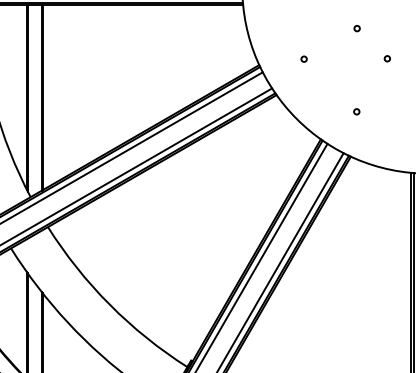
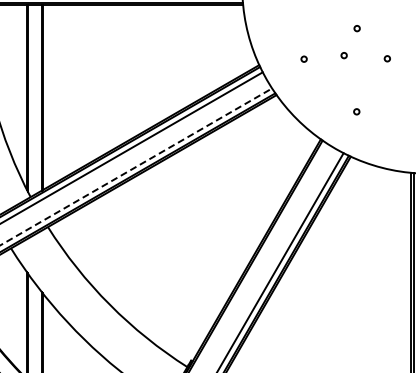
circle at (343, 55): none -> present
line at (136, 166): solid -> dashed
line at (262, 256): present -> none
